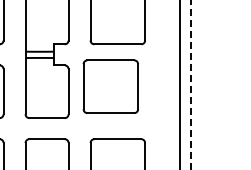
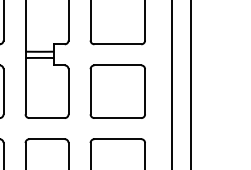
line at (180, 84) position: (180, 84) -> (172, 84)
line at (190, 84): dashed -> solid
part at (110, 86) position: (110, 86) -> (117, 91)
